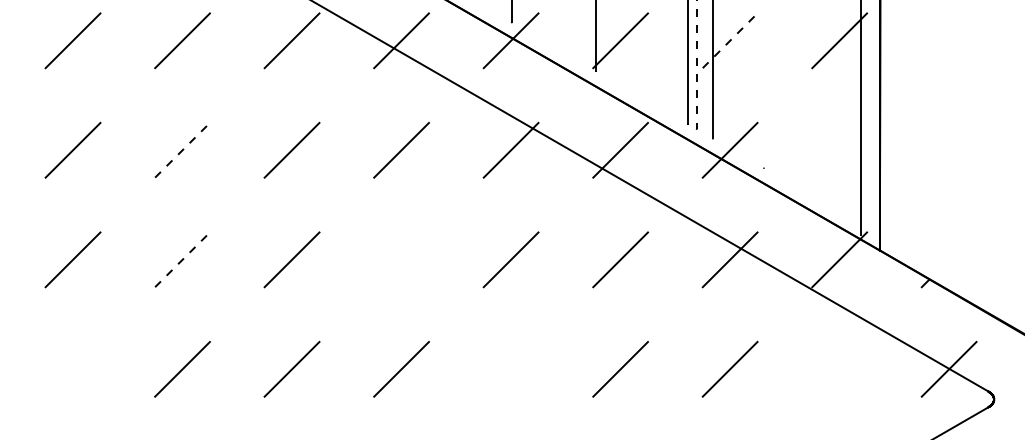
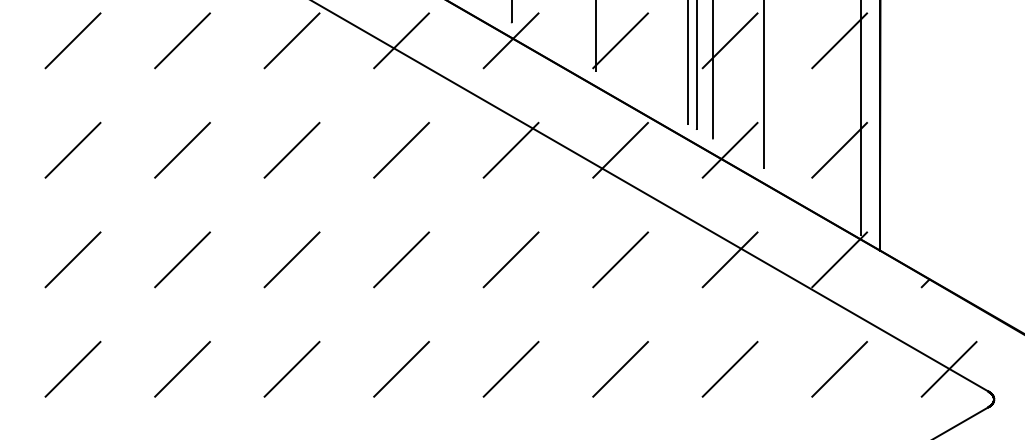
line at (730, 40): dashed -> solid
line at (696, 65): dashed -> solid
line at (763, 84): none -> present
line at (839, 149): none -> present
line at (182, 150): dashed -> solid
line at (182, 259): dashed -> solid
line at (401, 259): none -> present
line at (72, 368): none -> present
line at (510, 368): none -> present
line at (839, 368): none -> present
